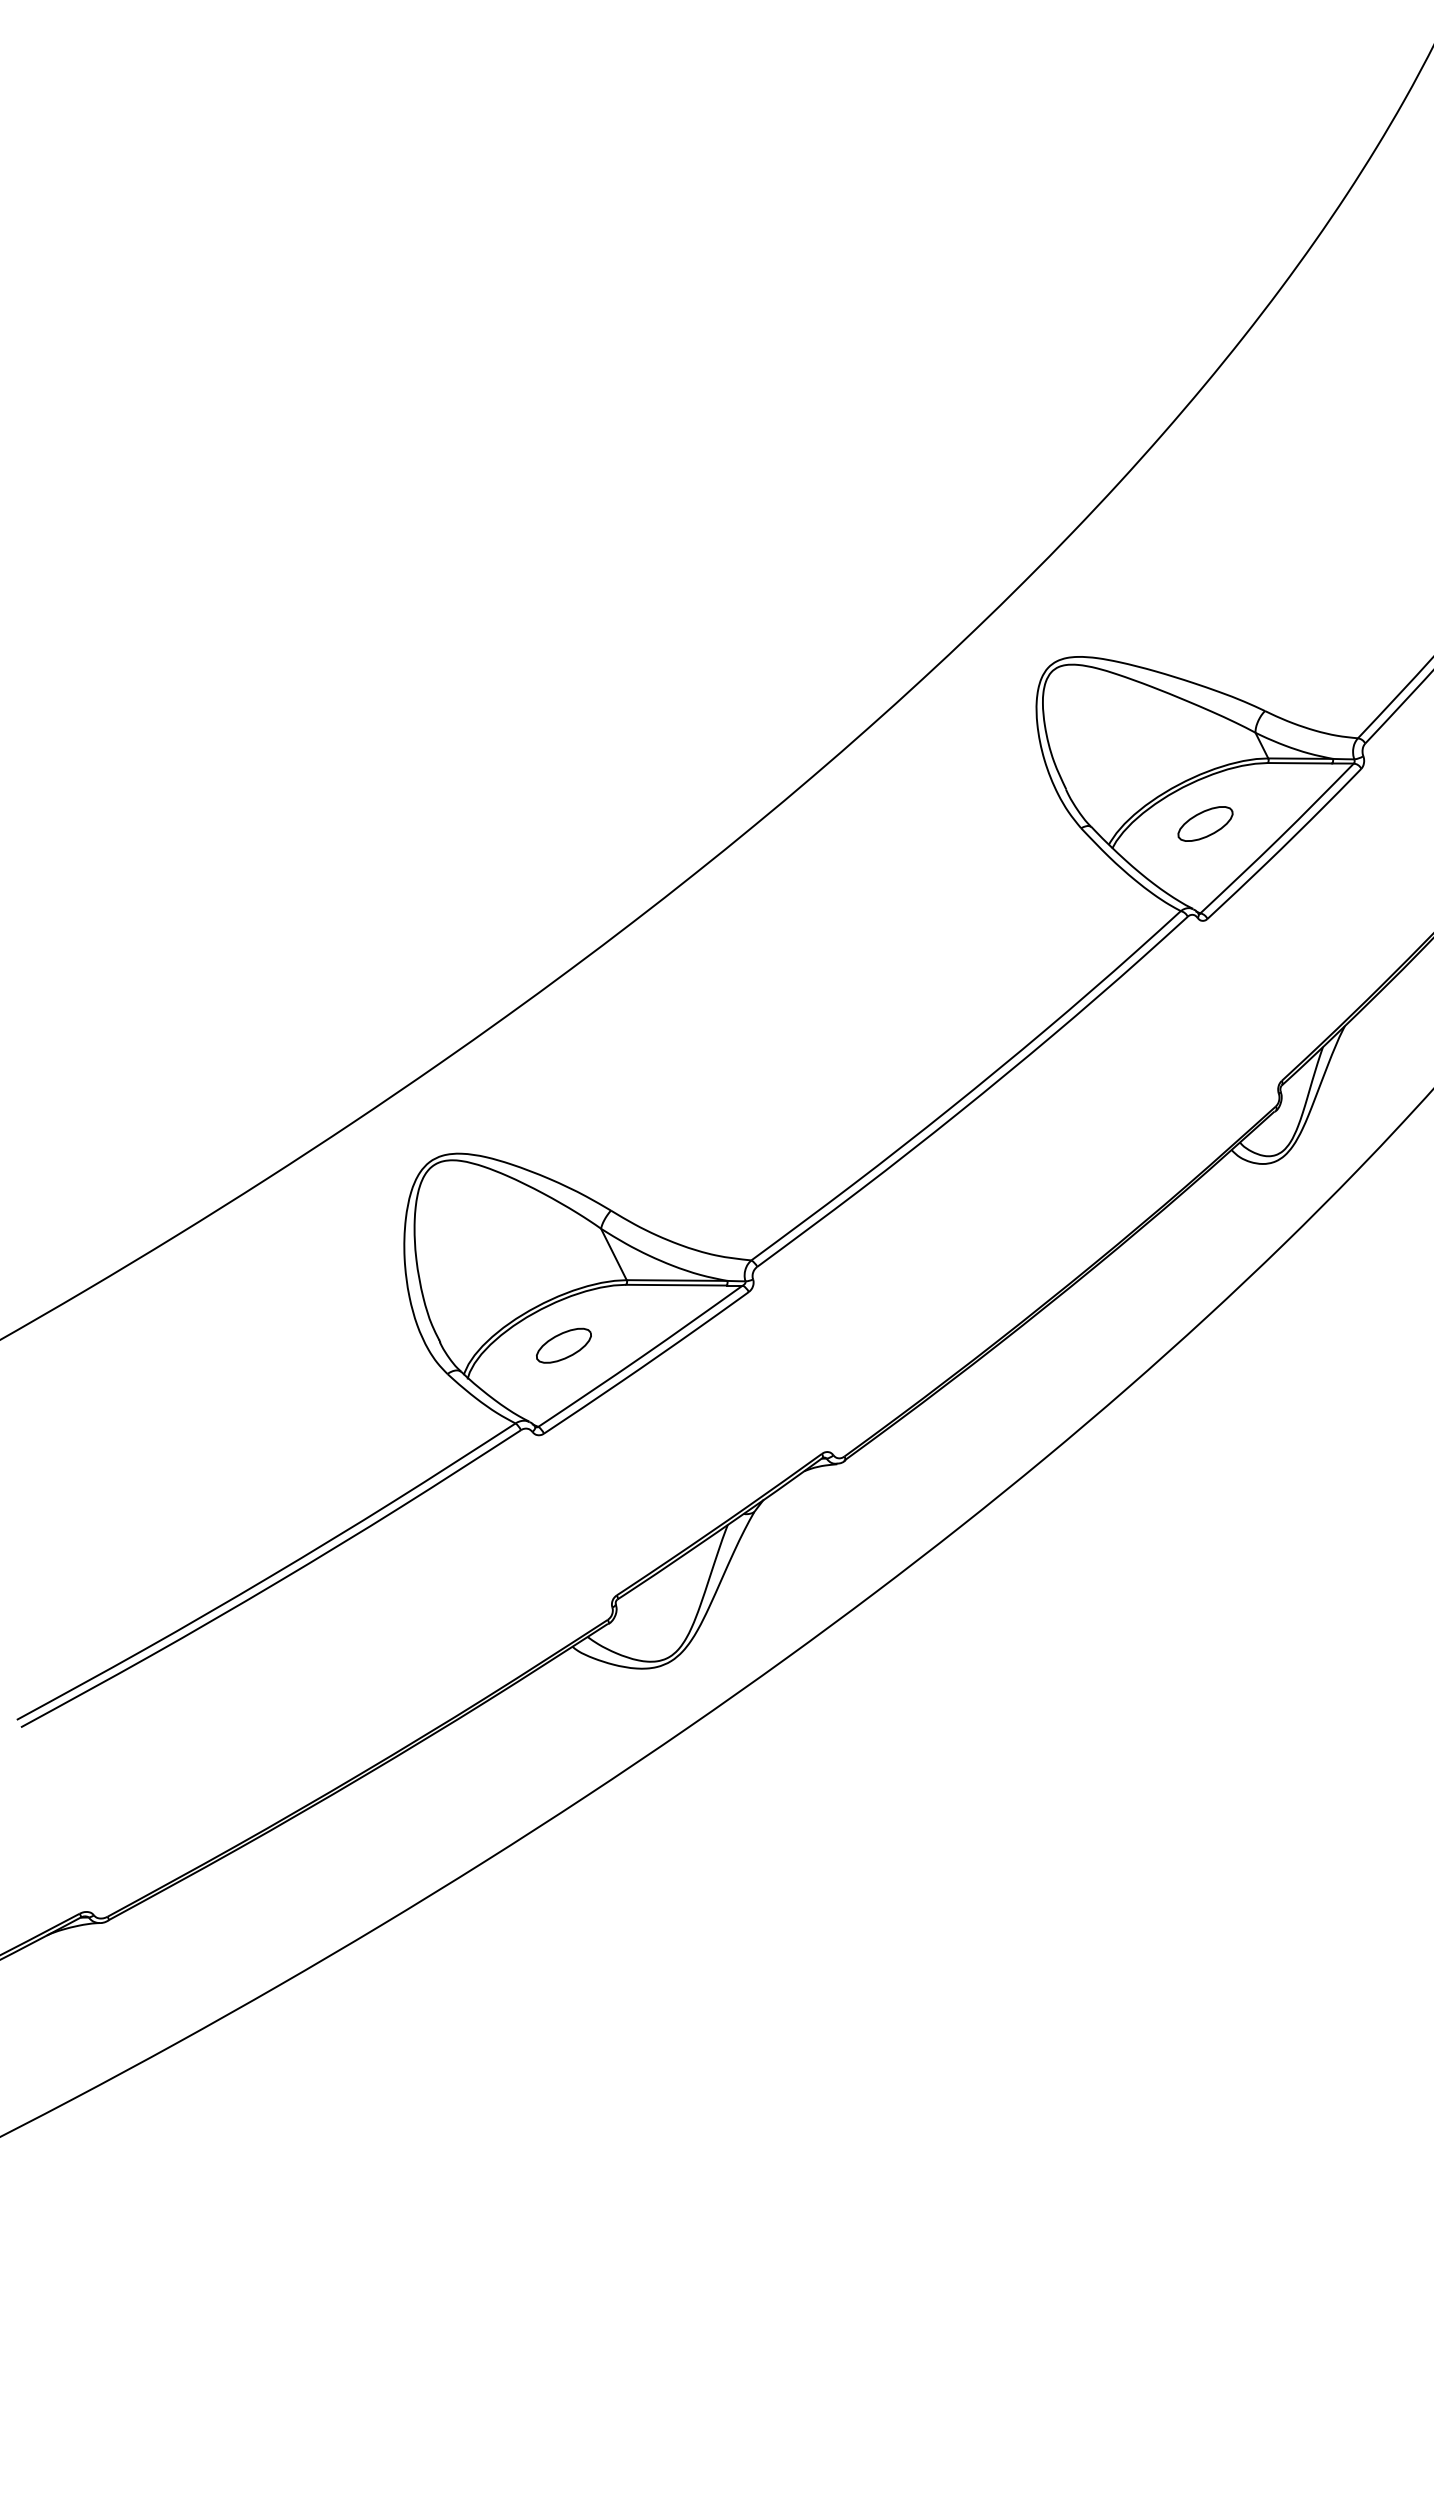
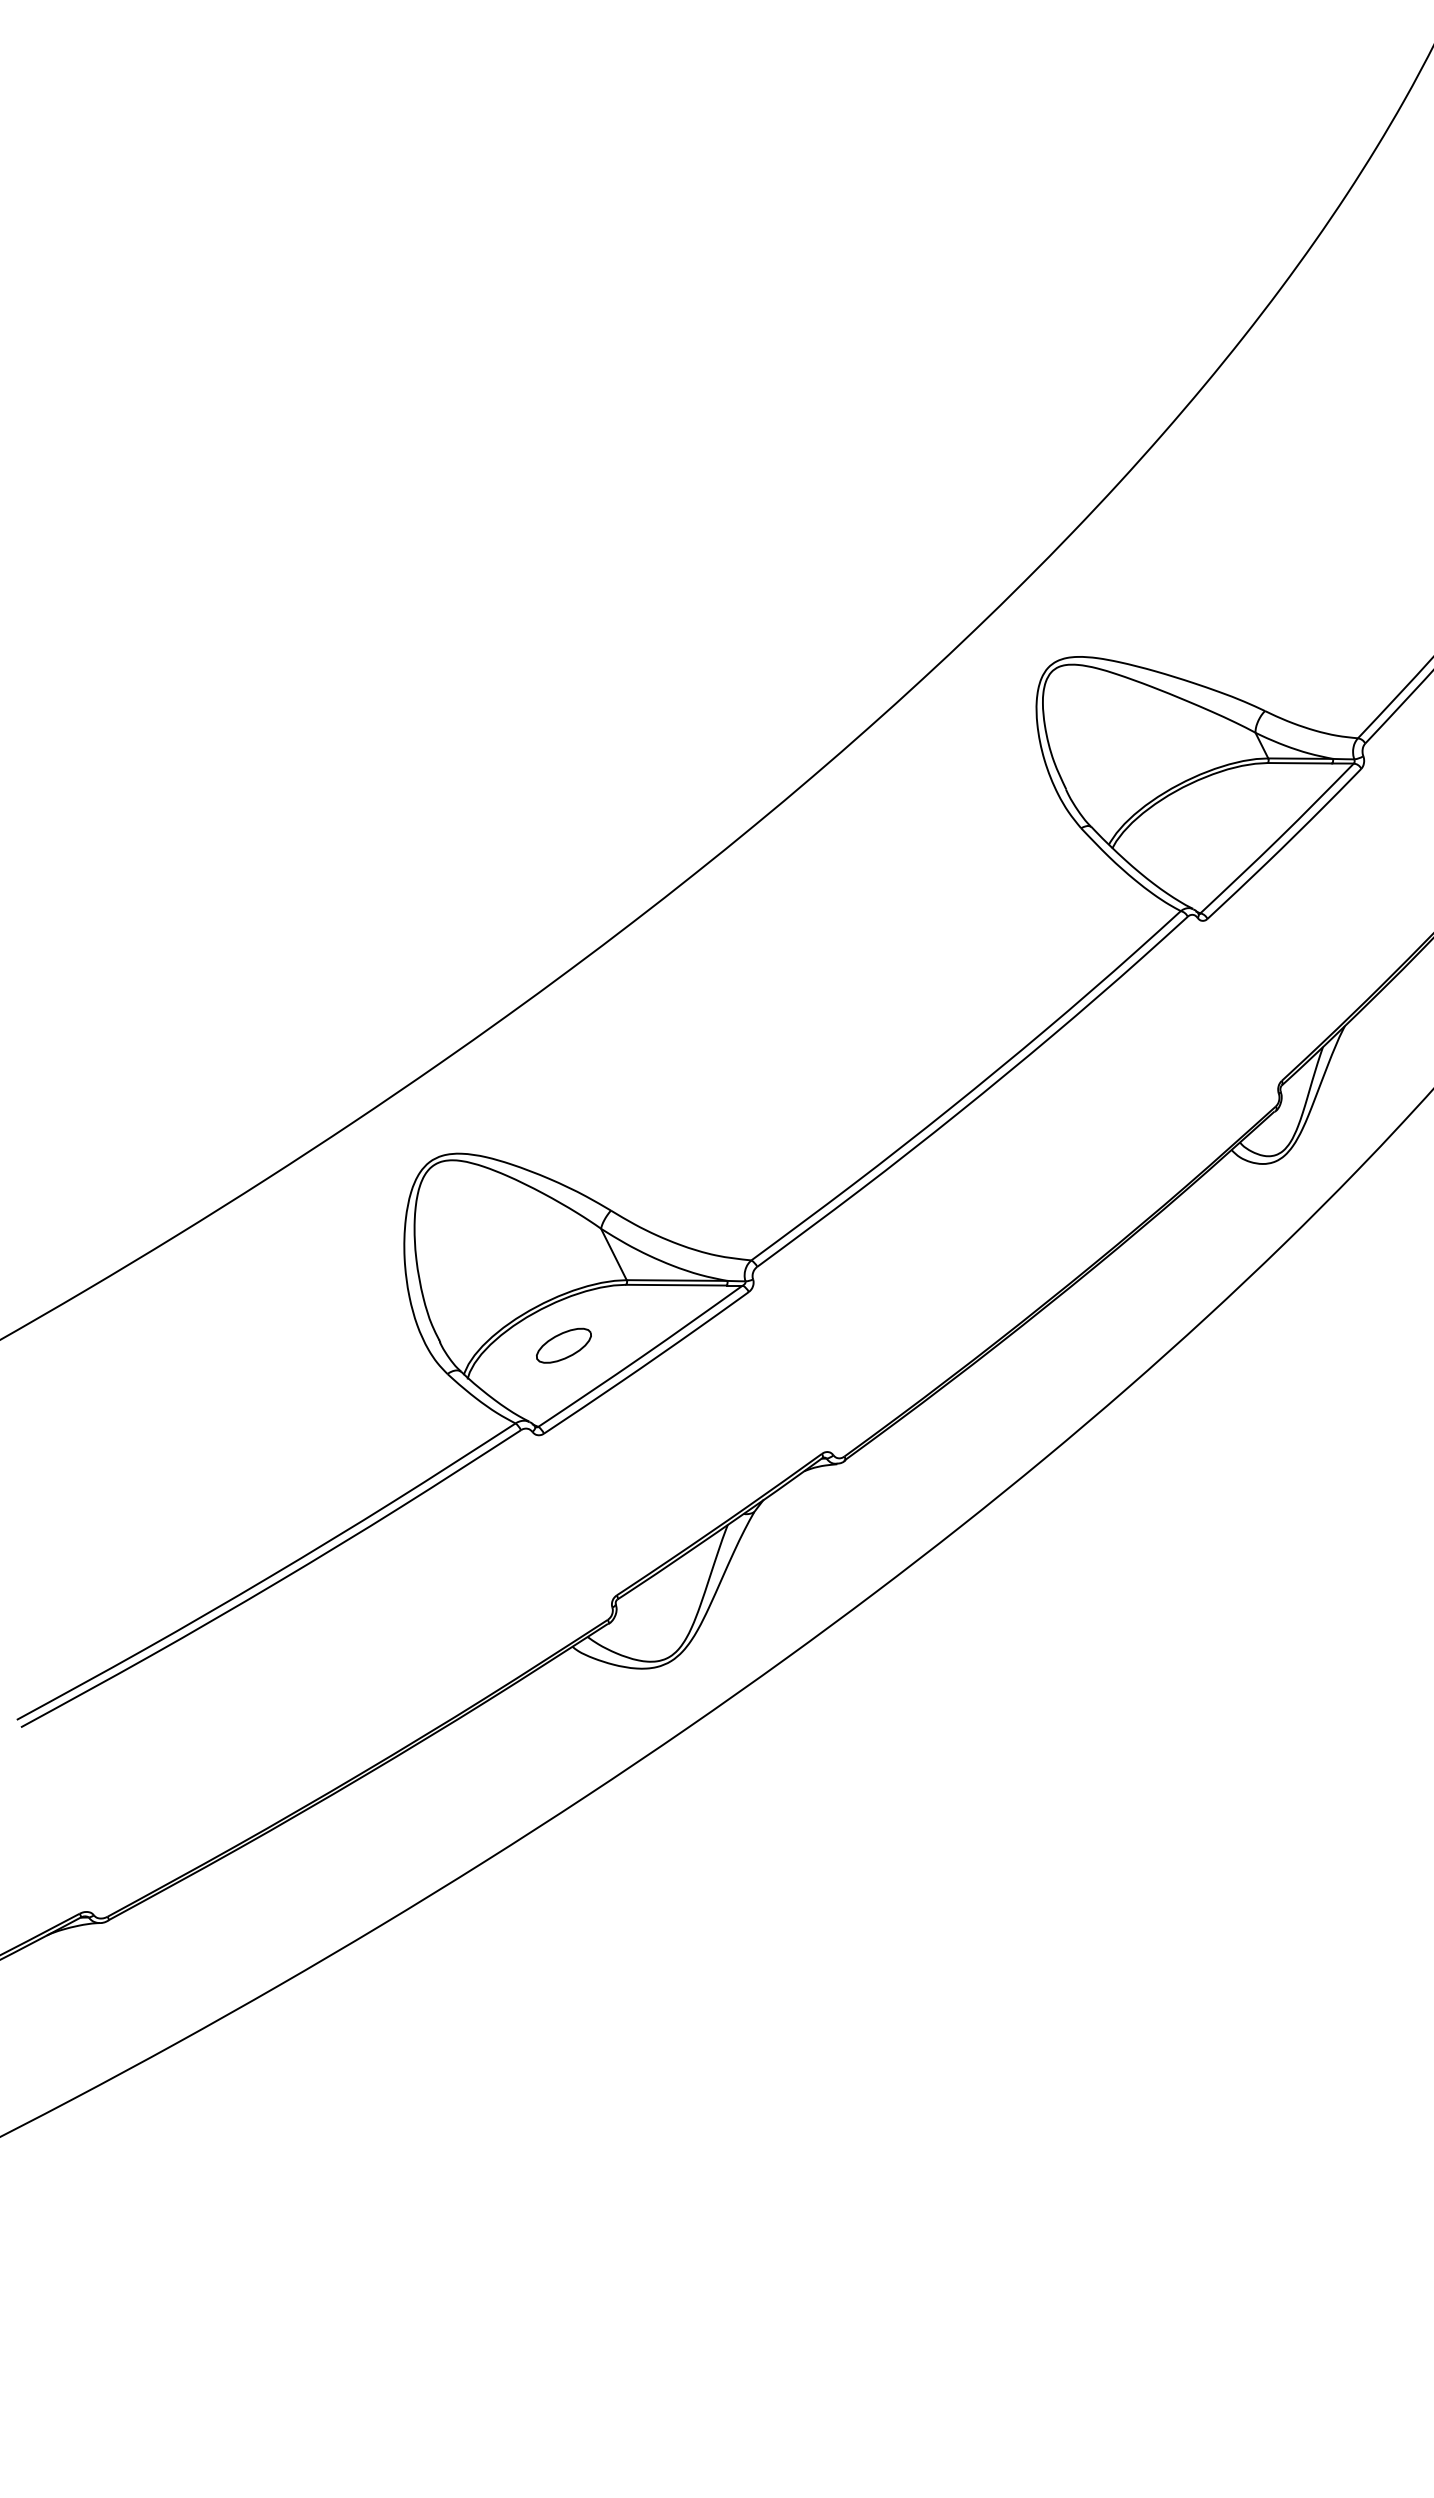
part at (1205, 823): present -> none
